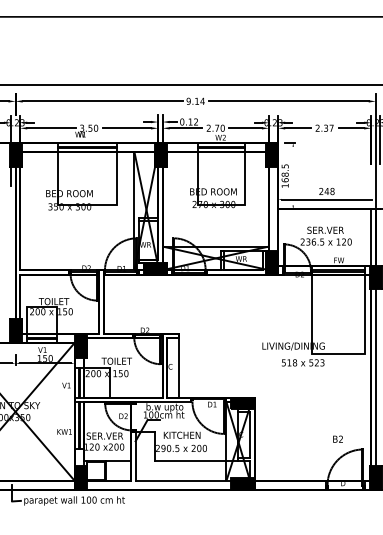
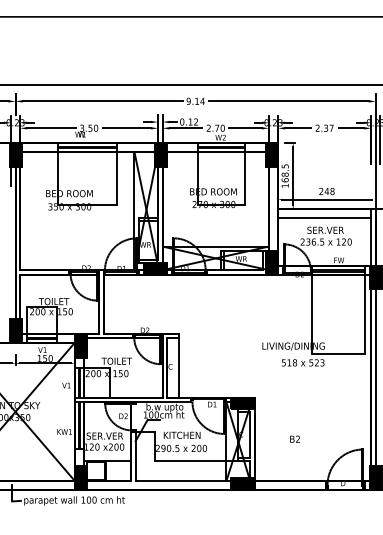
line at (293, 175): none -> present
line at (324, 218): none -> present
text at (337, 438) position: (337, 438) -> (294, 438)
